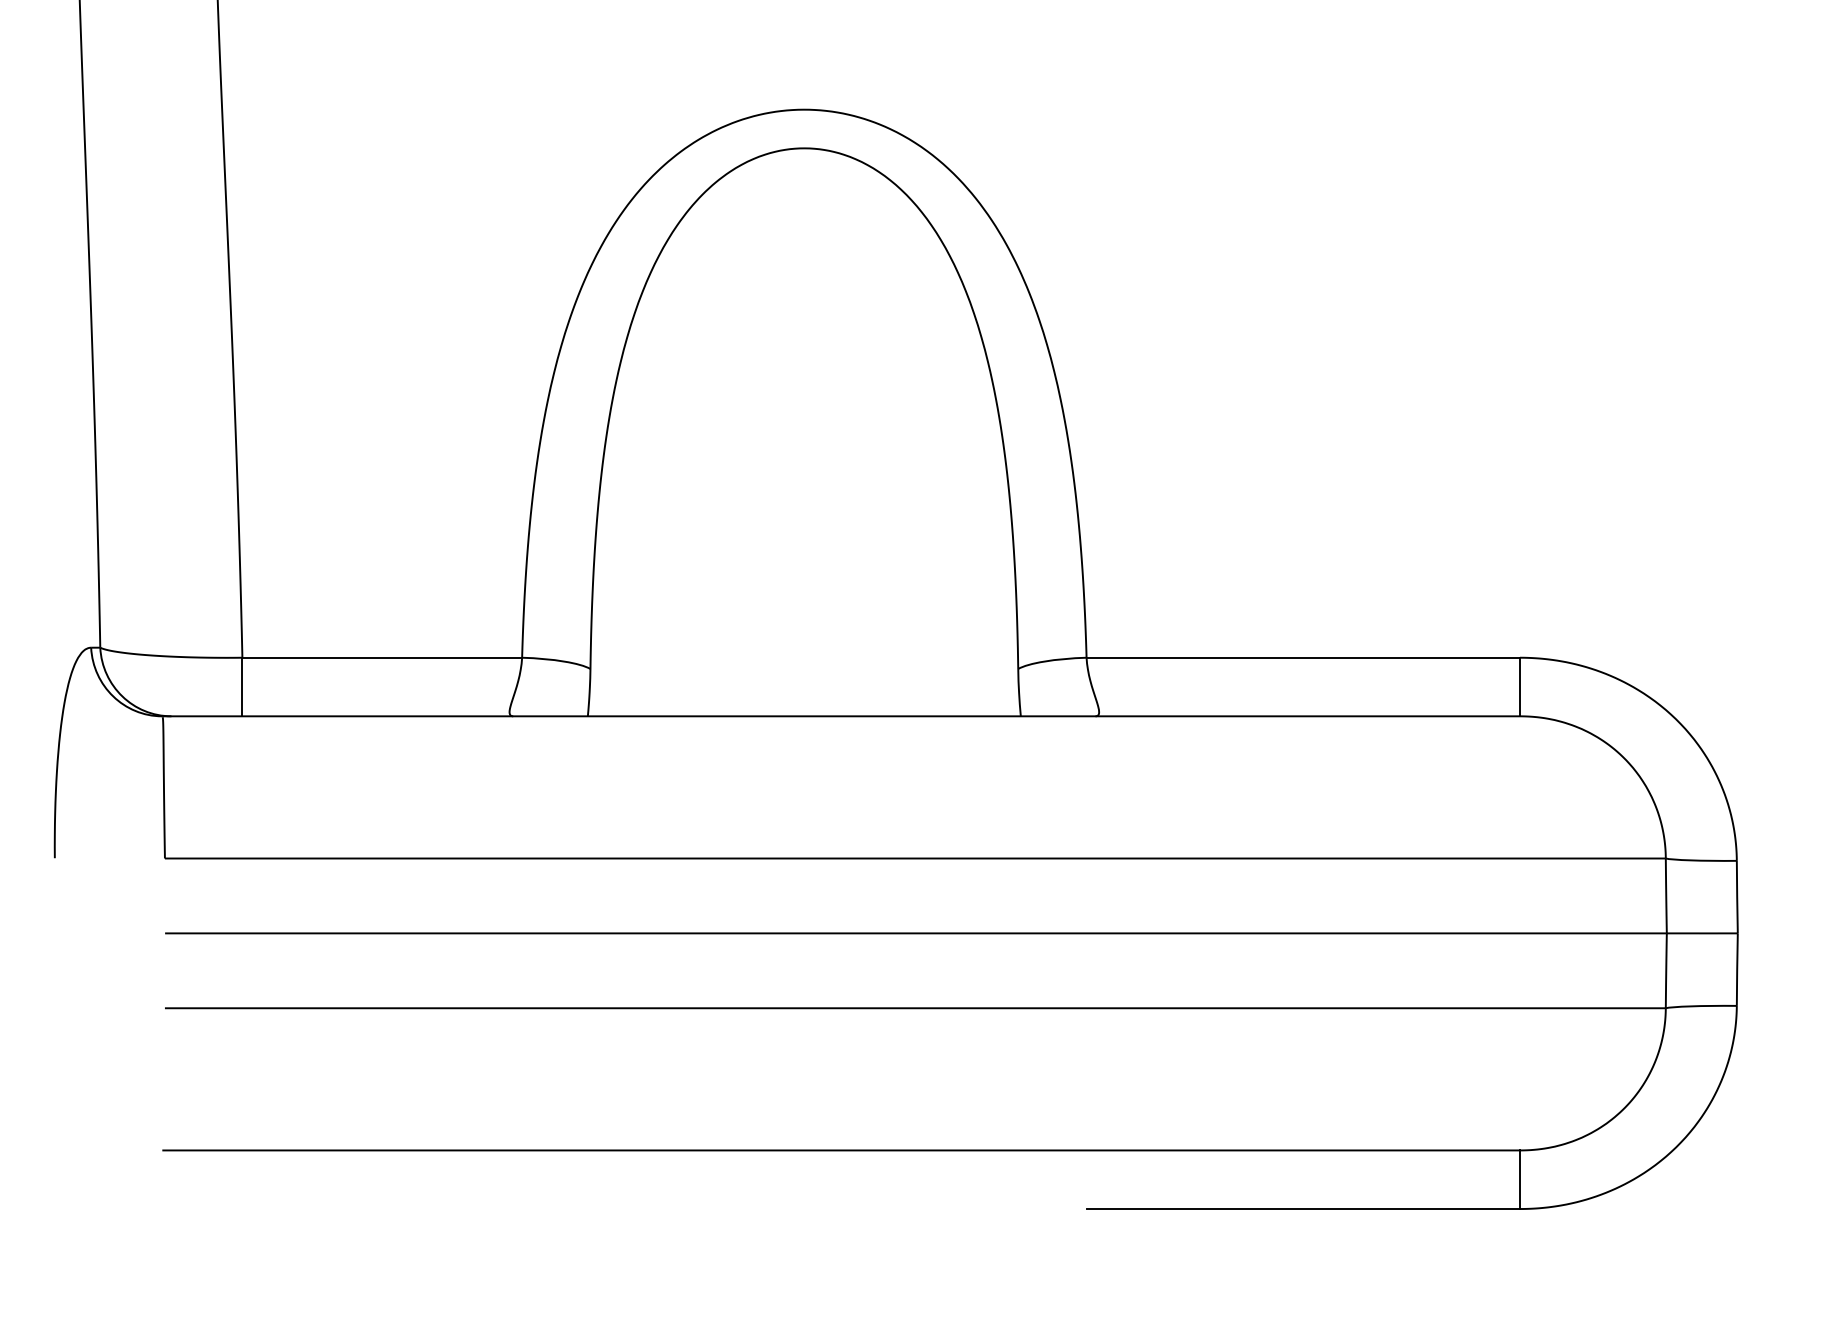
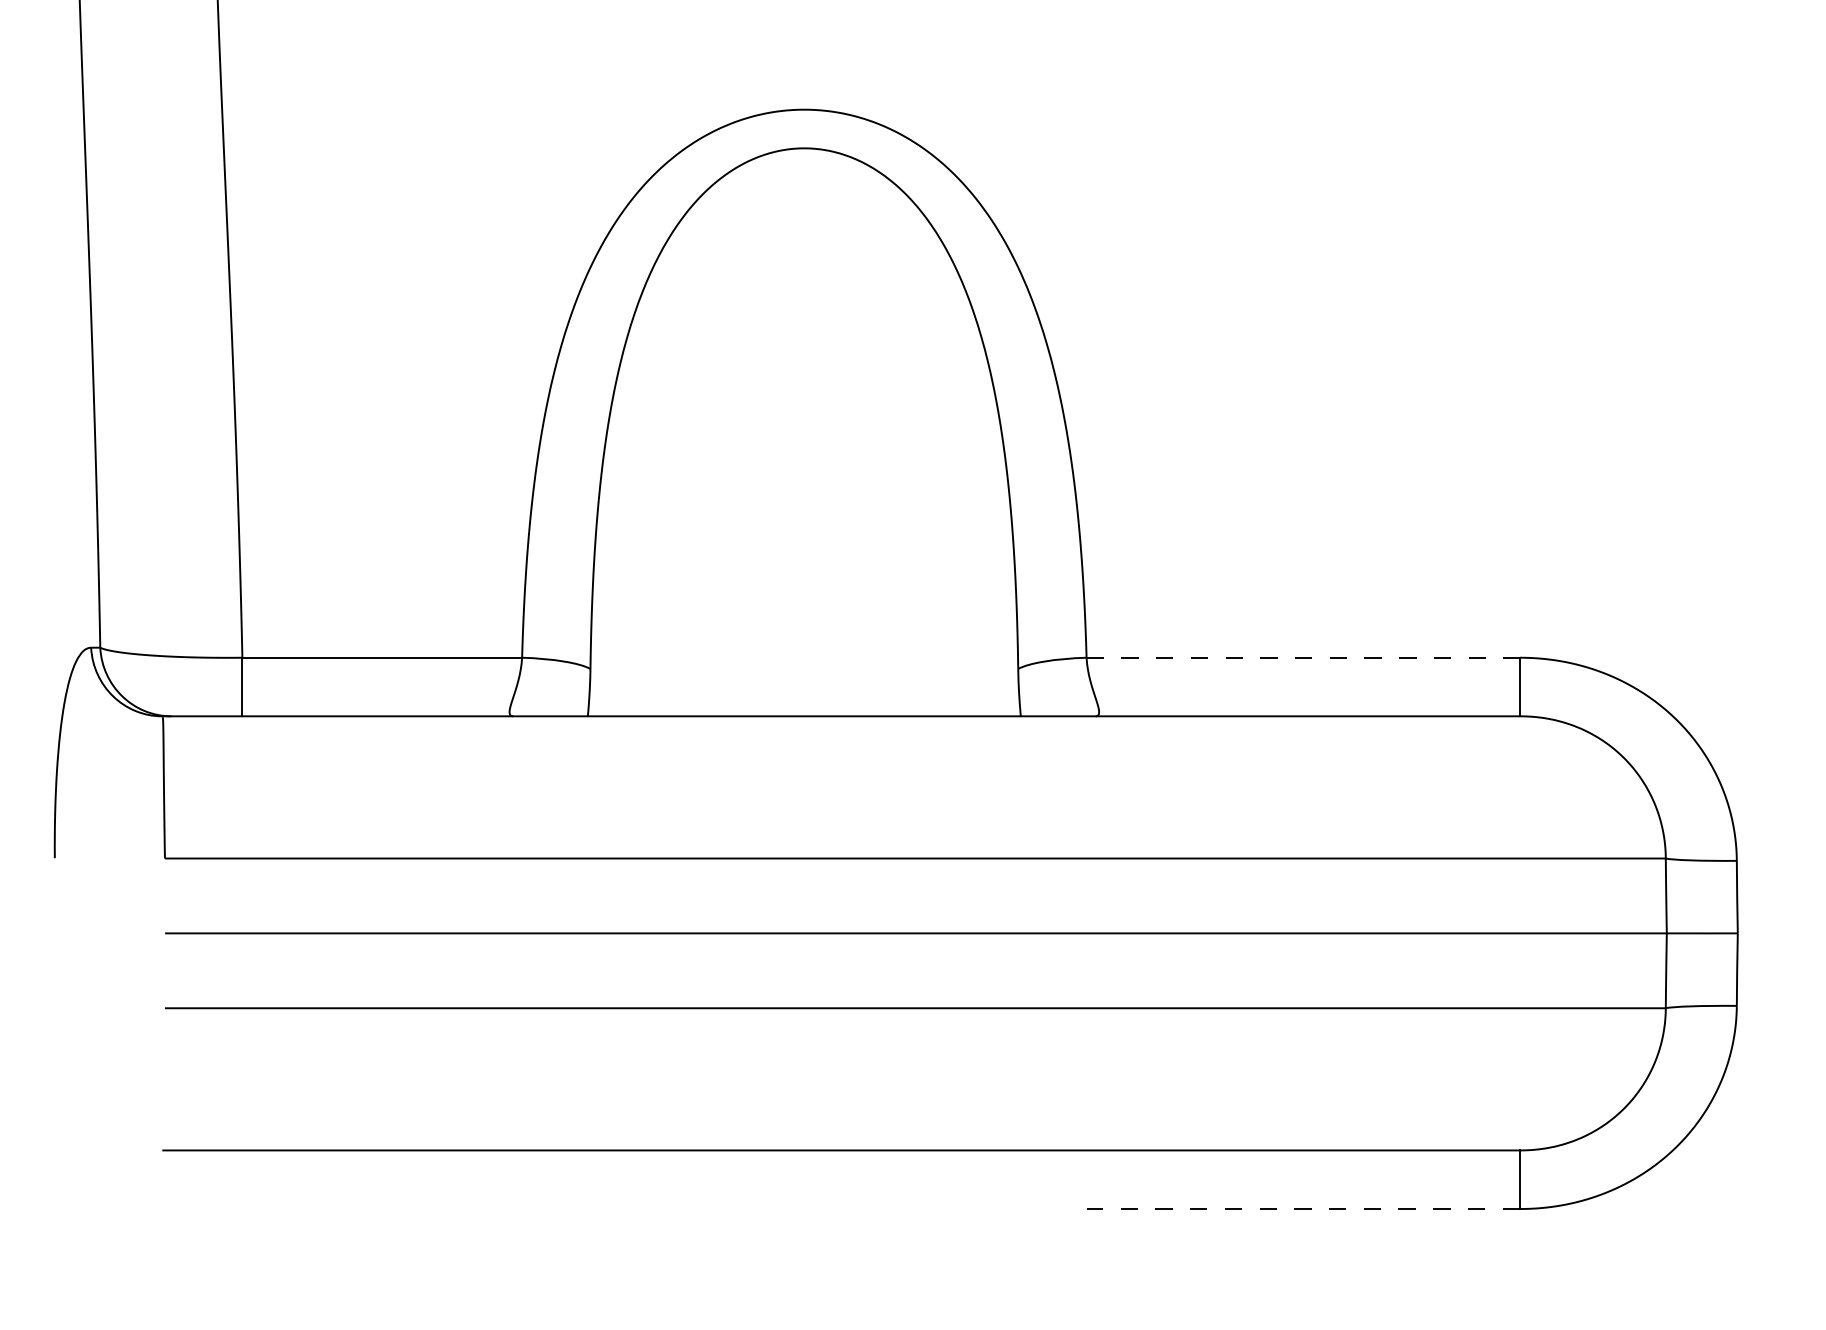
line at (1303, 657): solid -> dashed
line at (1303, 1209): solid -> dashed
